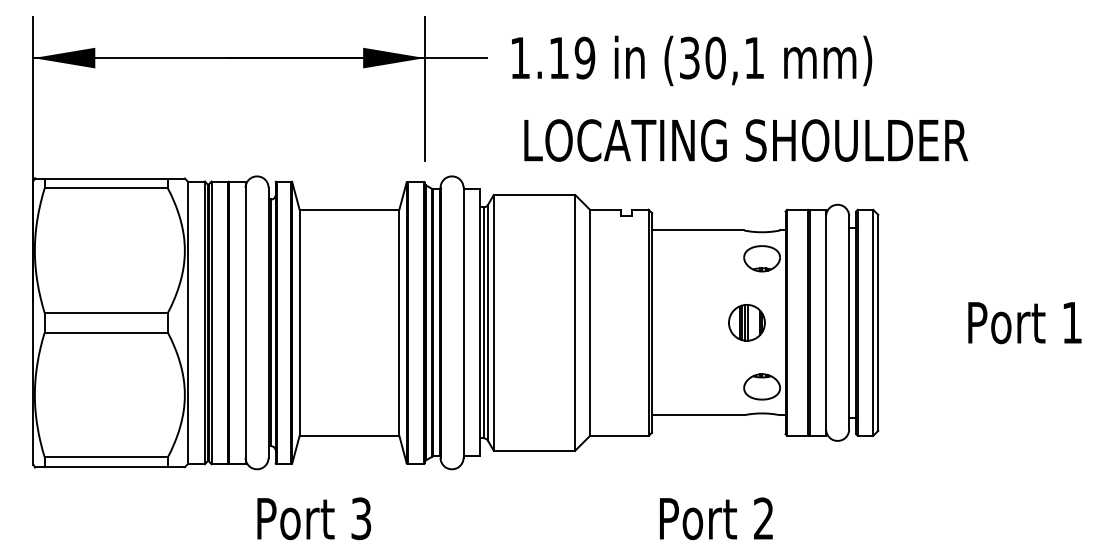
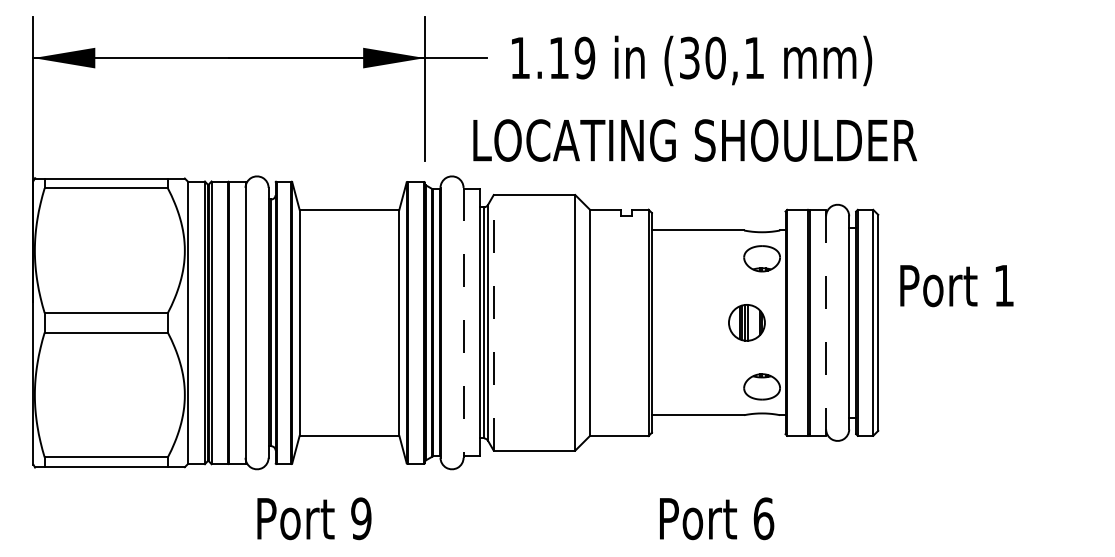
text at (745, 140) position: (745, 140) -> (694, 140)
line at (463, 322): solid -> dashed
line at (493, 322): solid -> dashed
line at (826, 322): solid -> dashed
text at (1024, 323) position: (1024, 323) -> (956, 286)
text at (361, 518): 3 -> 9
text at (763, 518): 2 -> 6
